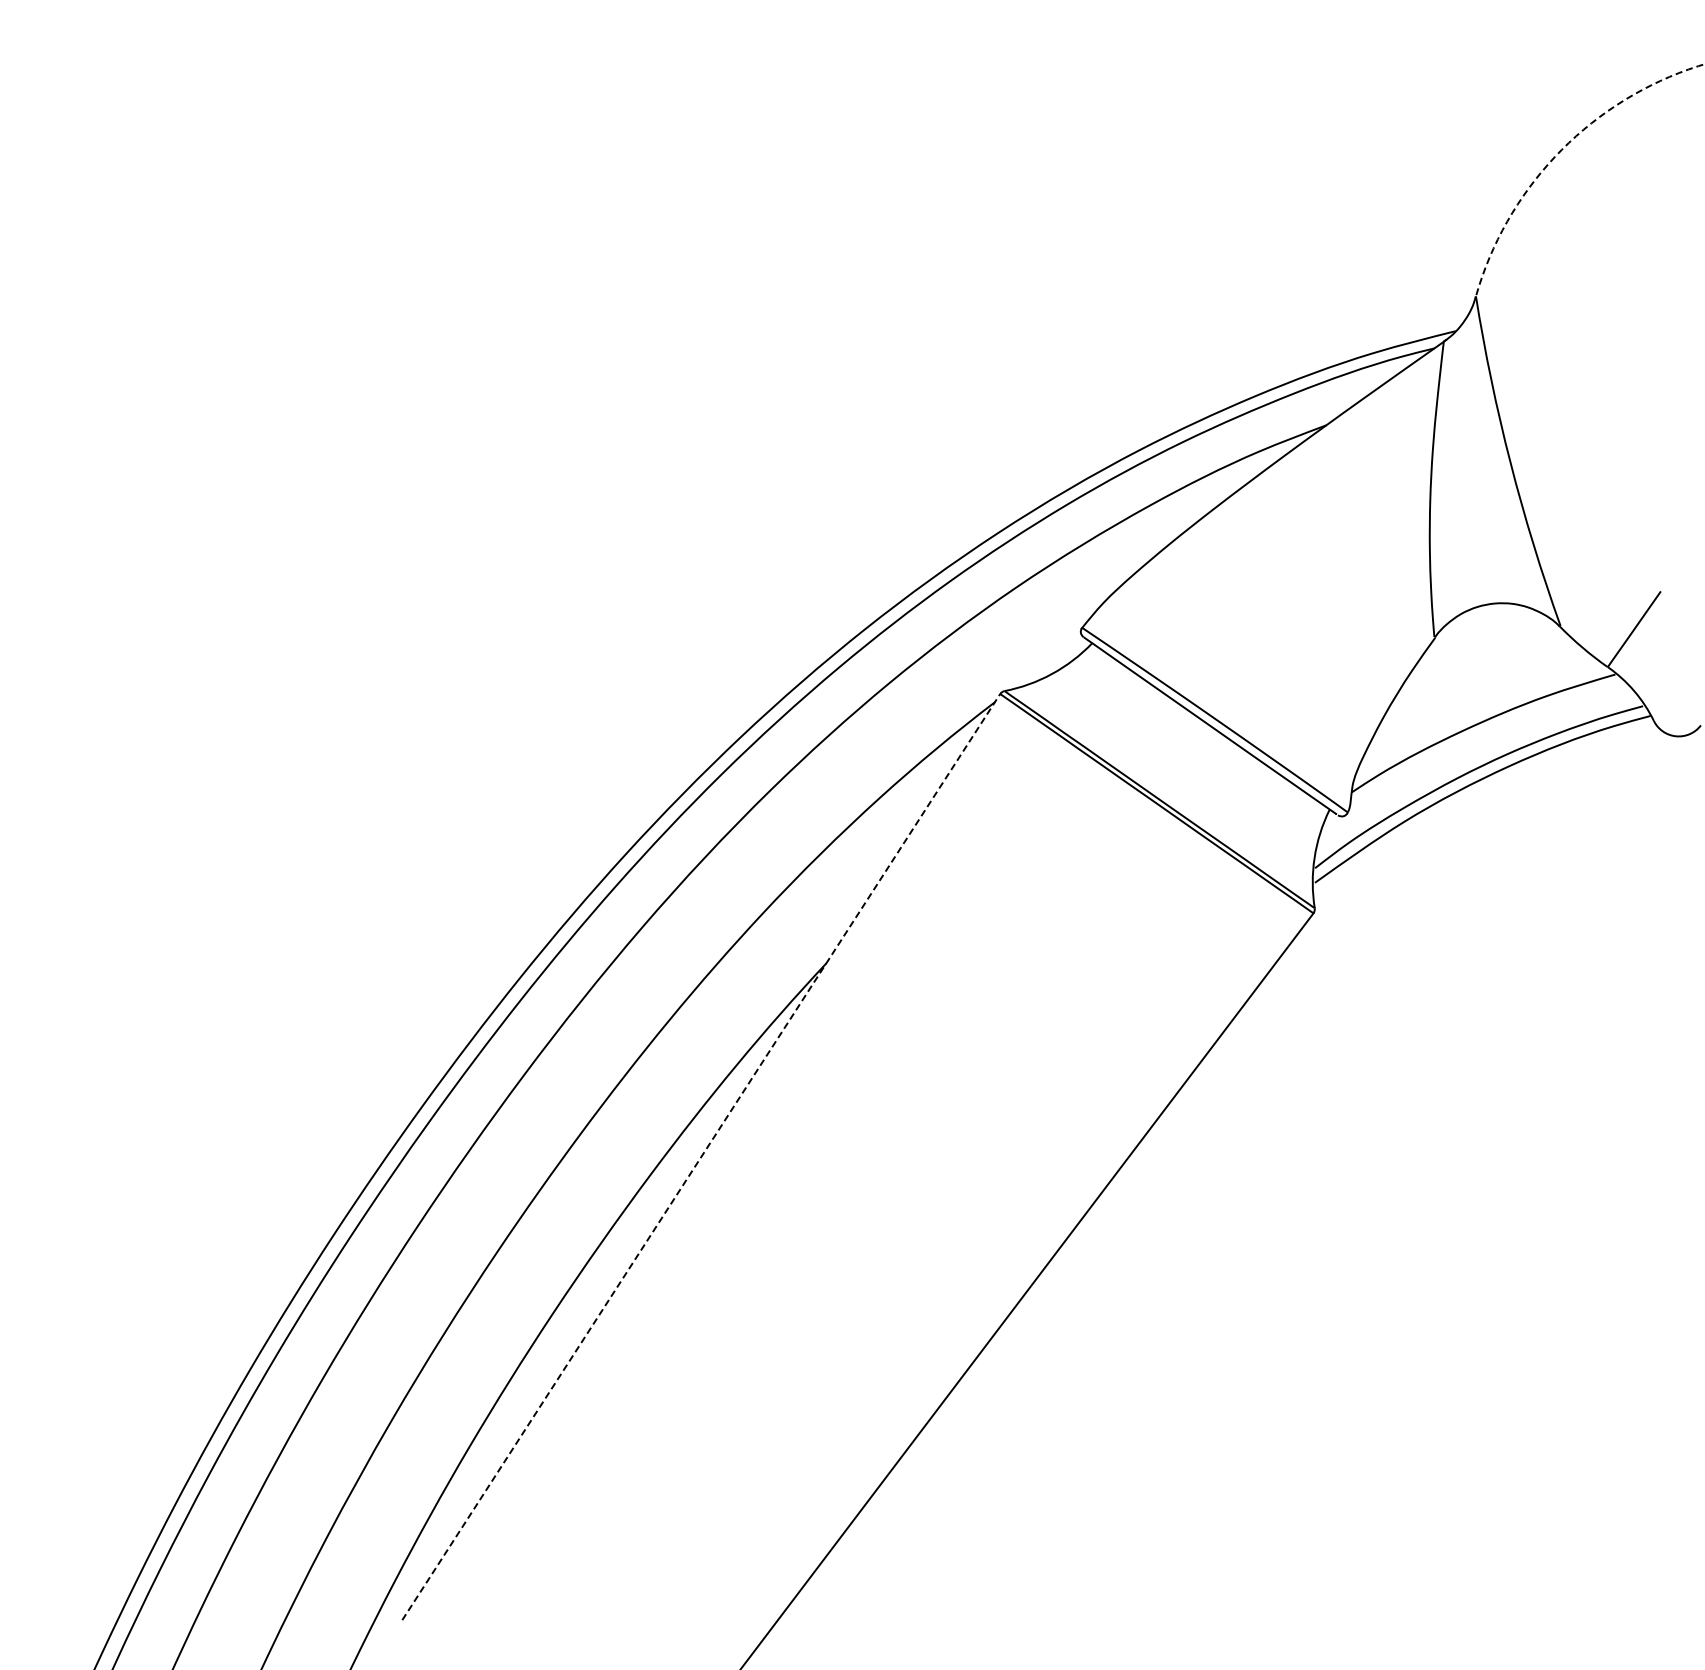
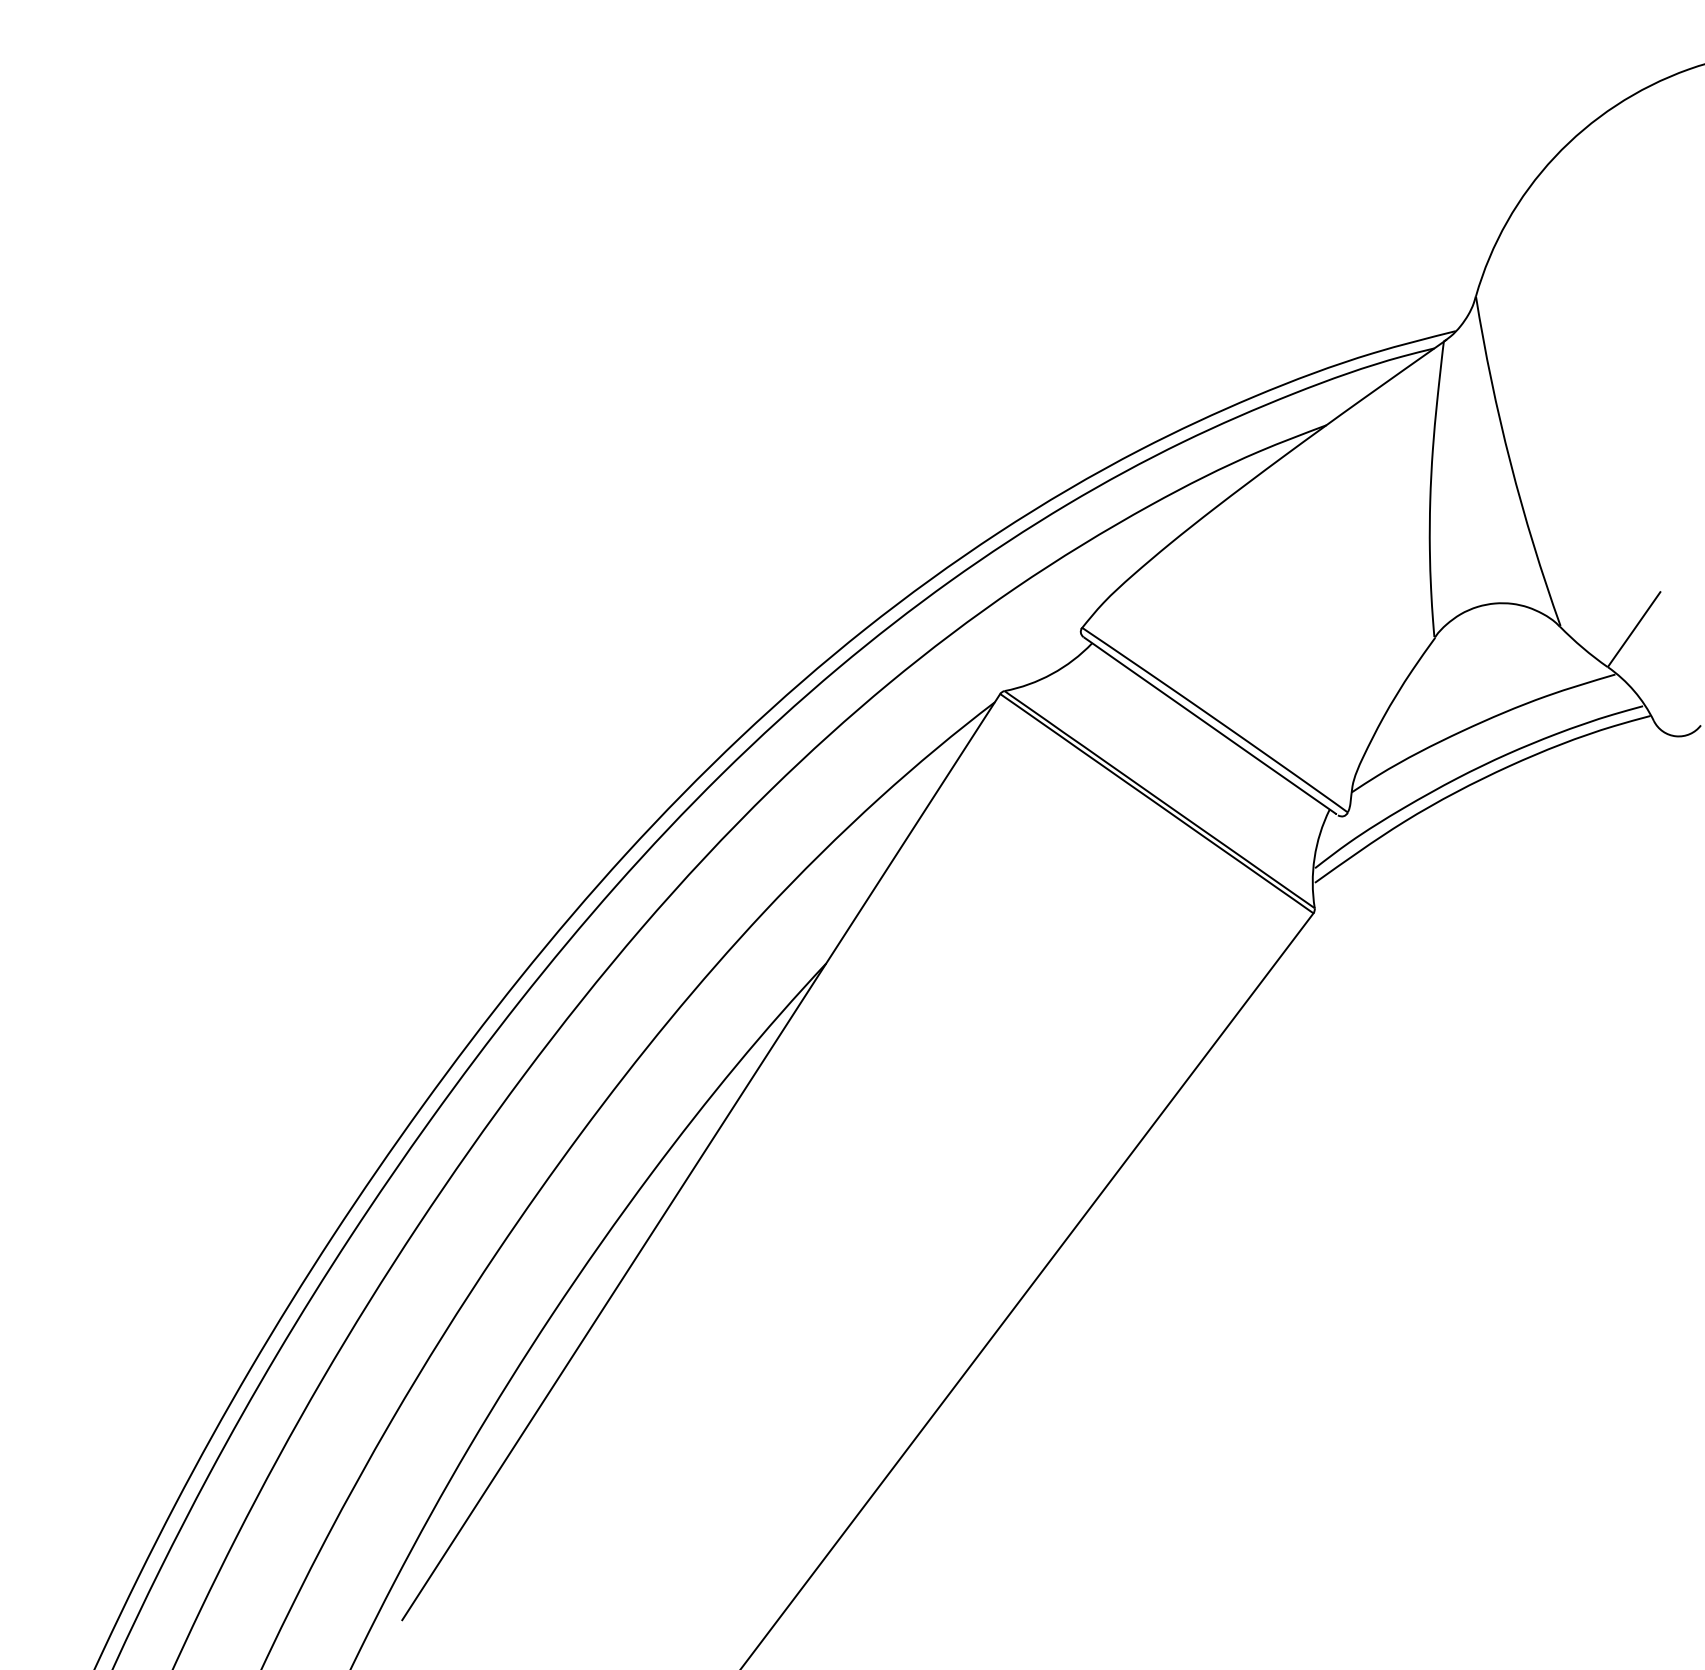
arc at (1560, 151): dashed -> solid
line at (701, 1156): dashed -> solid
